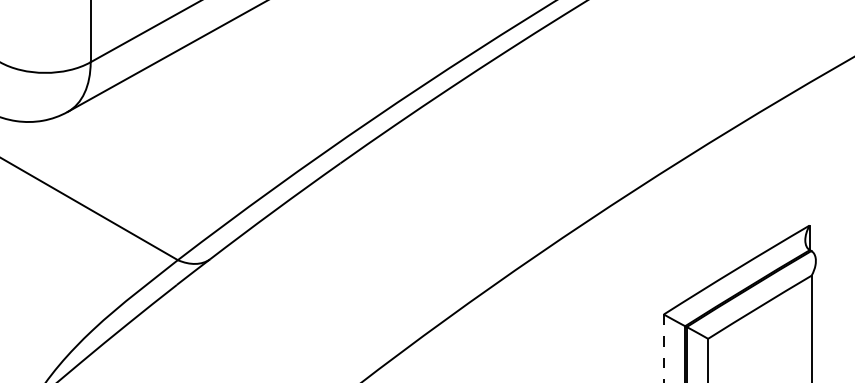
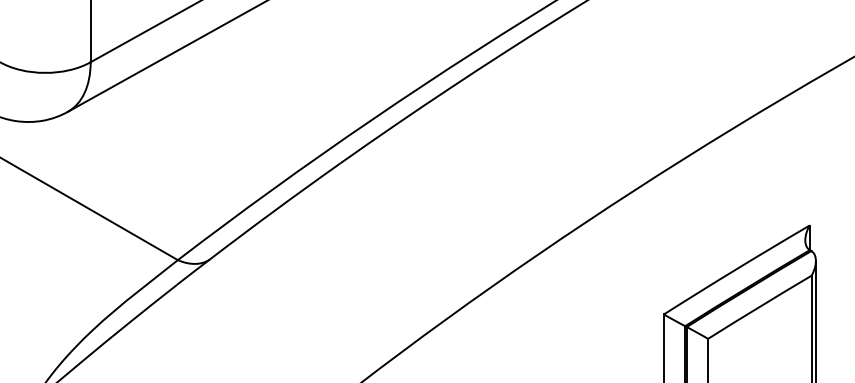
line at (815, 320): none -> present
line at (663, 348): dashed -> solid
